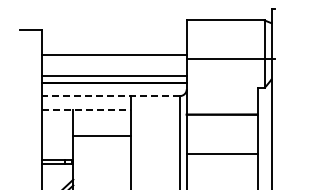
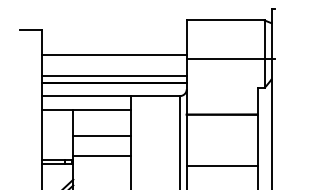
line at (110, 96): dashed -> solid
line at (86, 110): dashed -> solid
line at (221, 154) position: (221, 154) -> (221, 166)
line at (102, 156): none -> present
